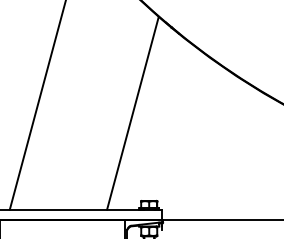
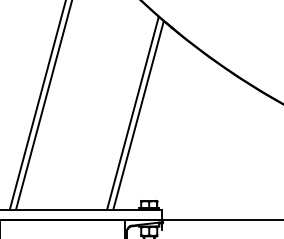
line at (43, 105): none -> present
line at (138, 115): none -> present
